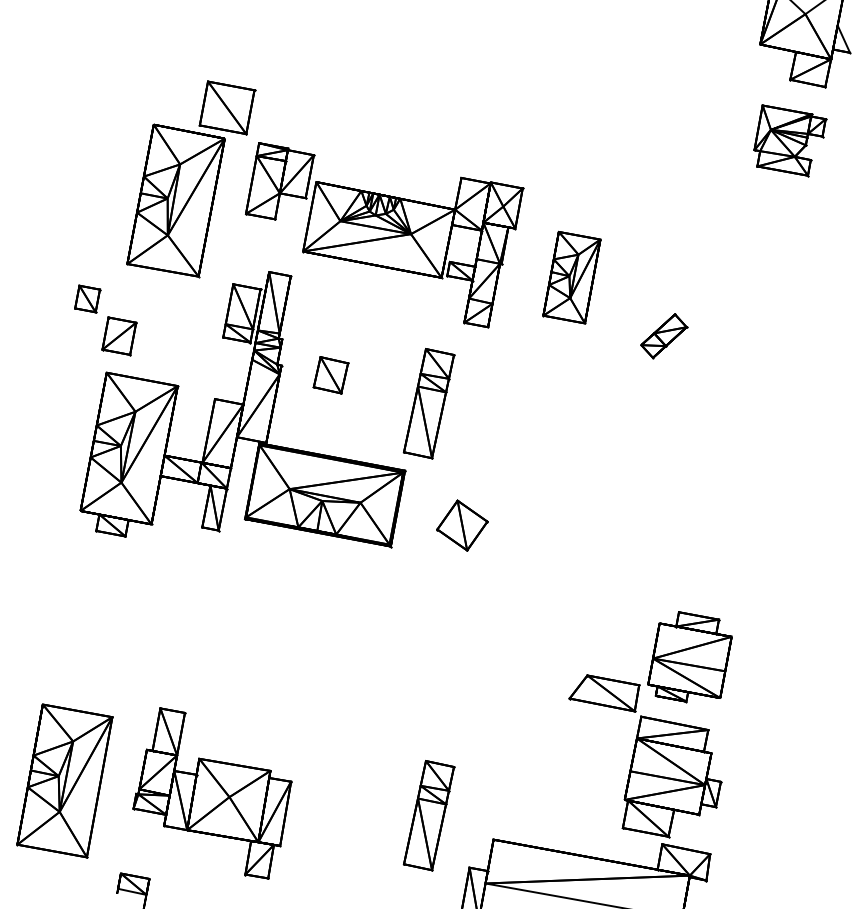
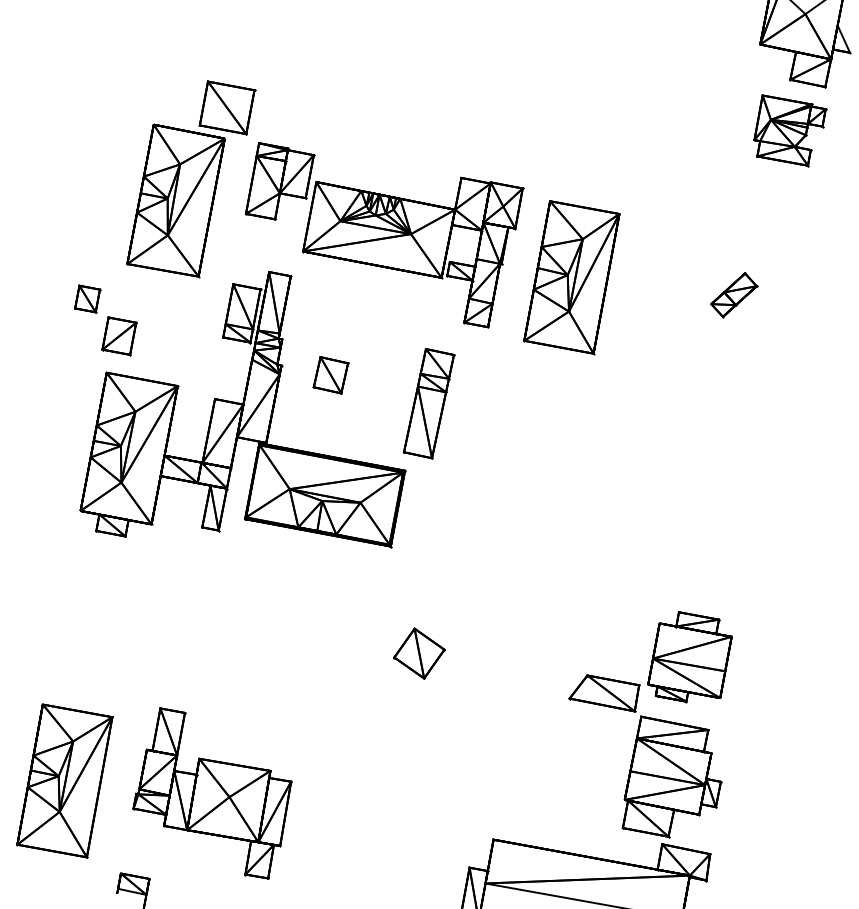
part at (790, 140) position: (790, 140) -> (790, 130)
part at (571, 277) size: 60x95 px -> 98x156 px
part at (664, 336) position: (664, 336) -> (734, 295)
part at (462, 525) position: (462, 525) -> (419, 653)
part at (428, 815): present -> none
